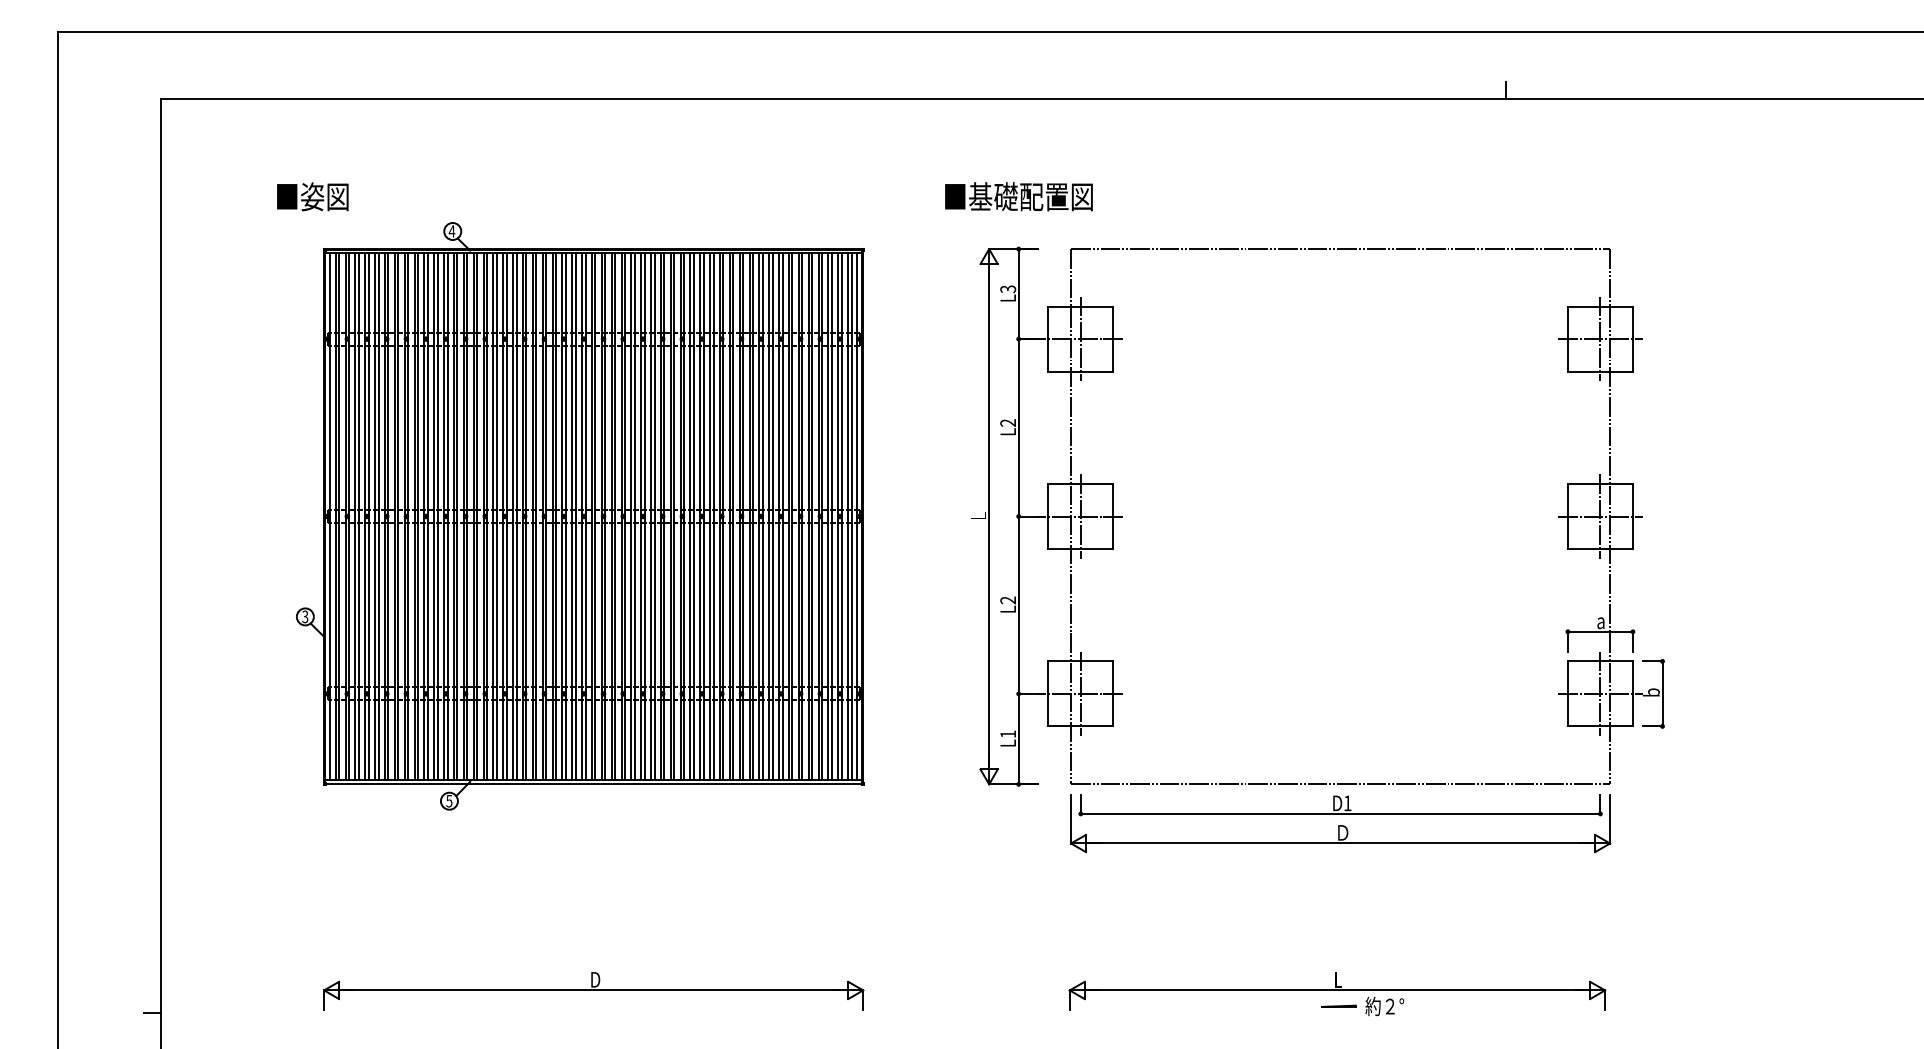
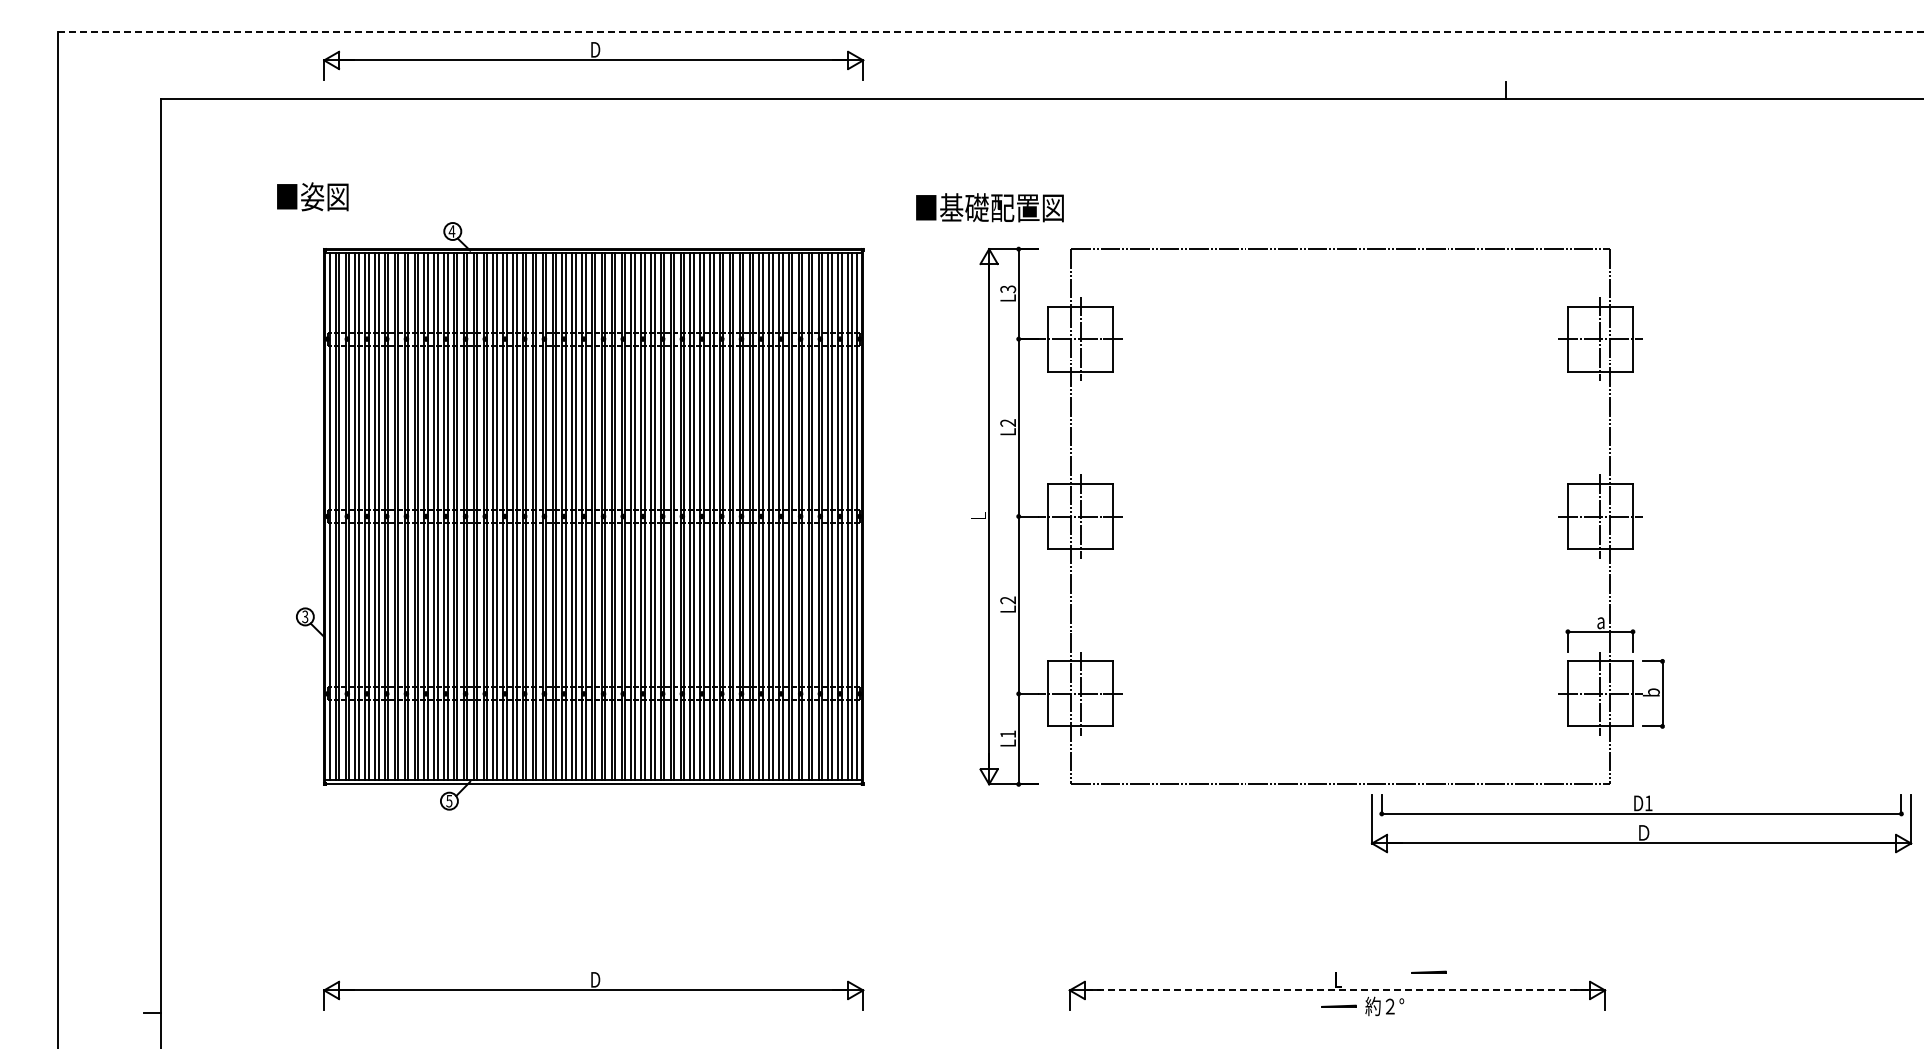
line at (990, 31): solid -> dashed
part at (593, 61): none -> present
text at (1018, 196) position: (1018, 196) -> (989, 207)
part at (1340, 823) position: (1340, 823) -> (1641, 823)
line at (1428, 971): none -> present
line at (1336, 990): solid -> dashed
